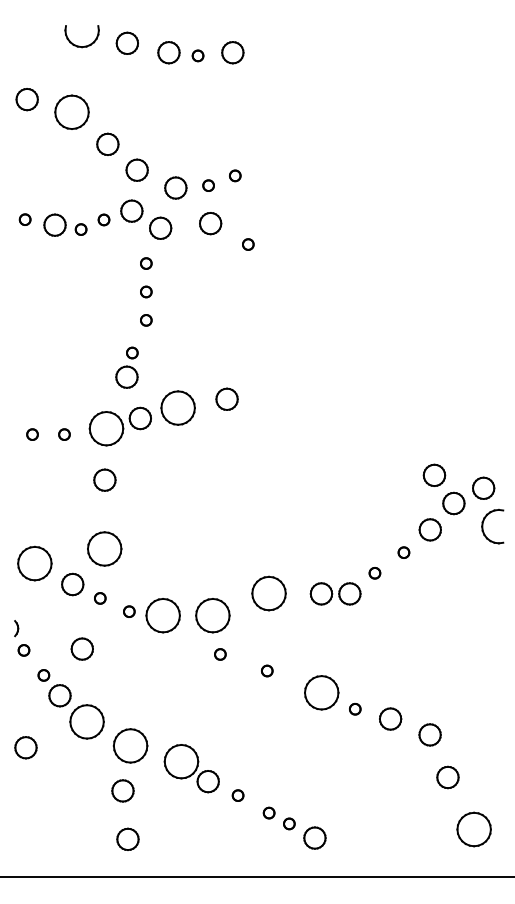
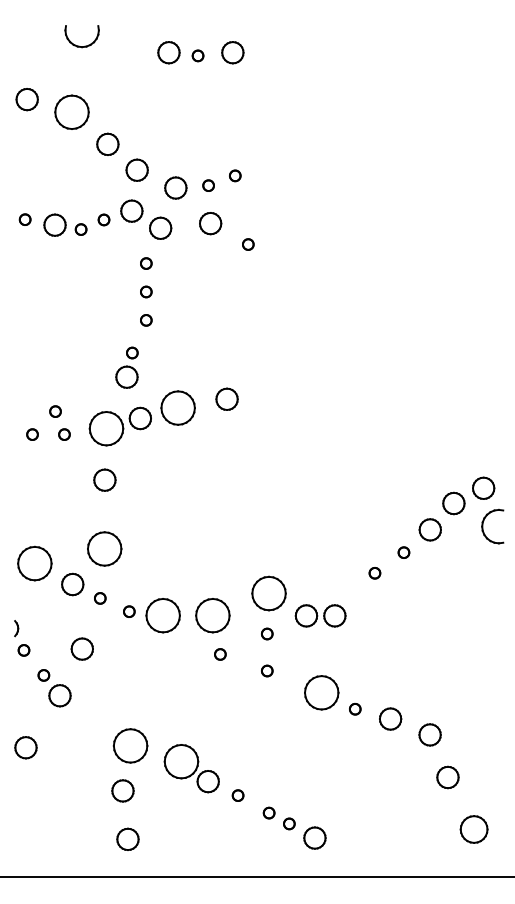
part at (126, 42): present -> none
part at (55, 411): none -> present
part at (434, 474): present -> none
part at (335, 593) position: (335, 593) -> (320, 615)
part at (267, 633): none -> present
part at (86, 721): present -> none
part at (473, 829) size: 36x37 px -> 30x29 px
